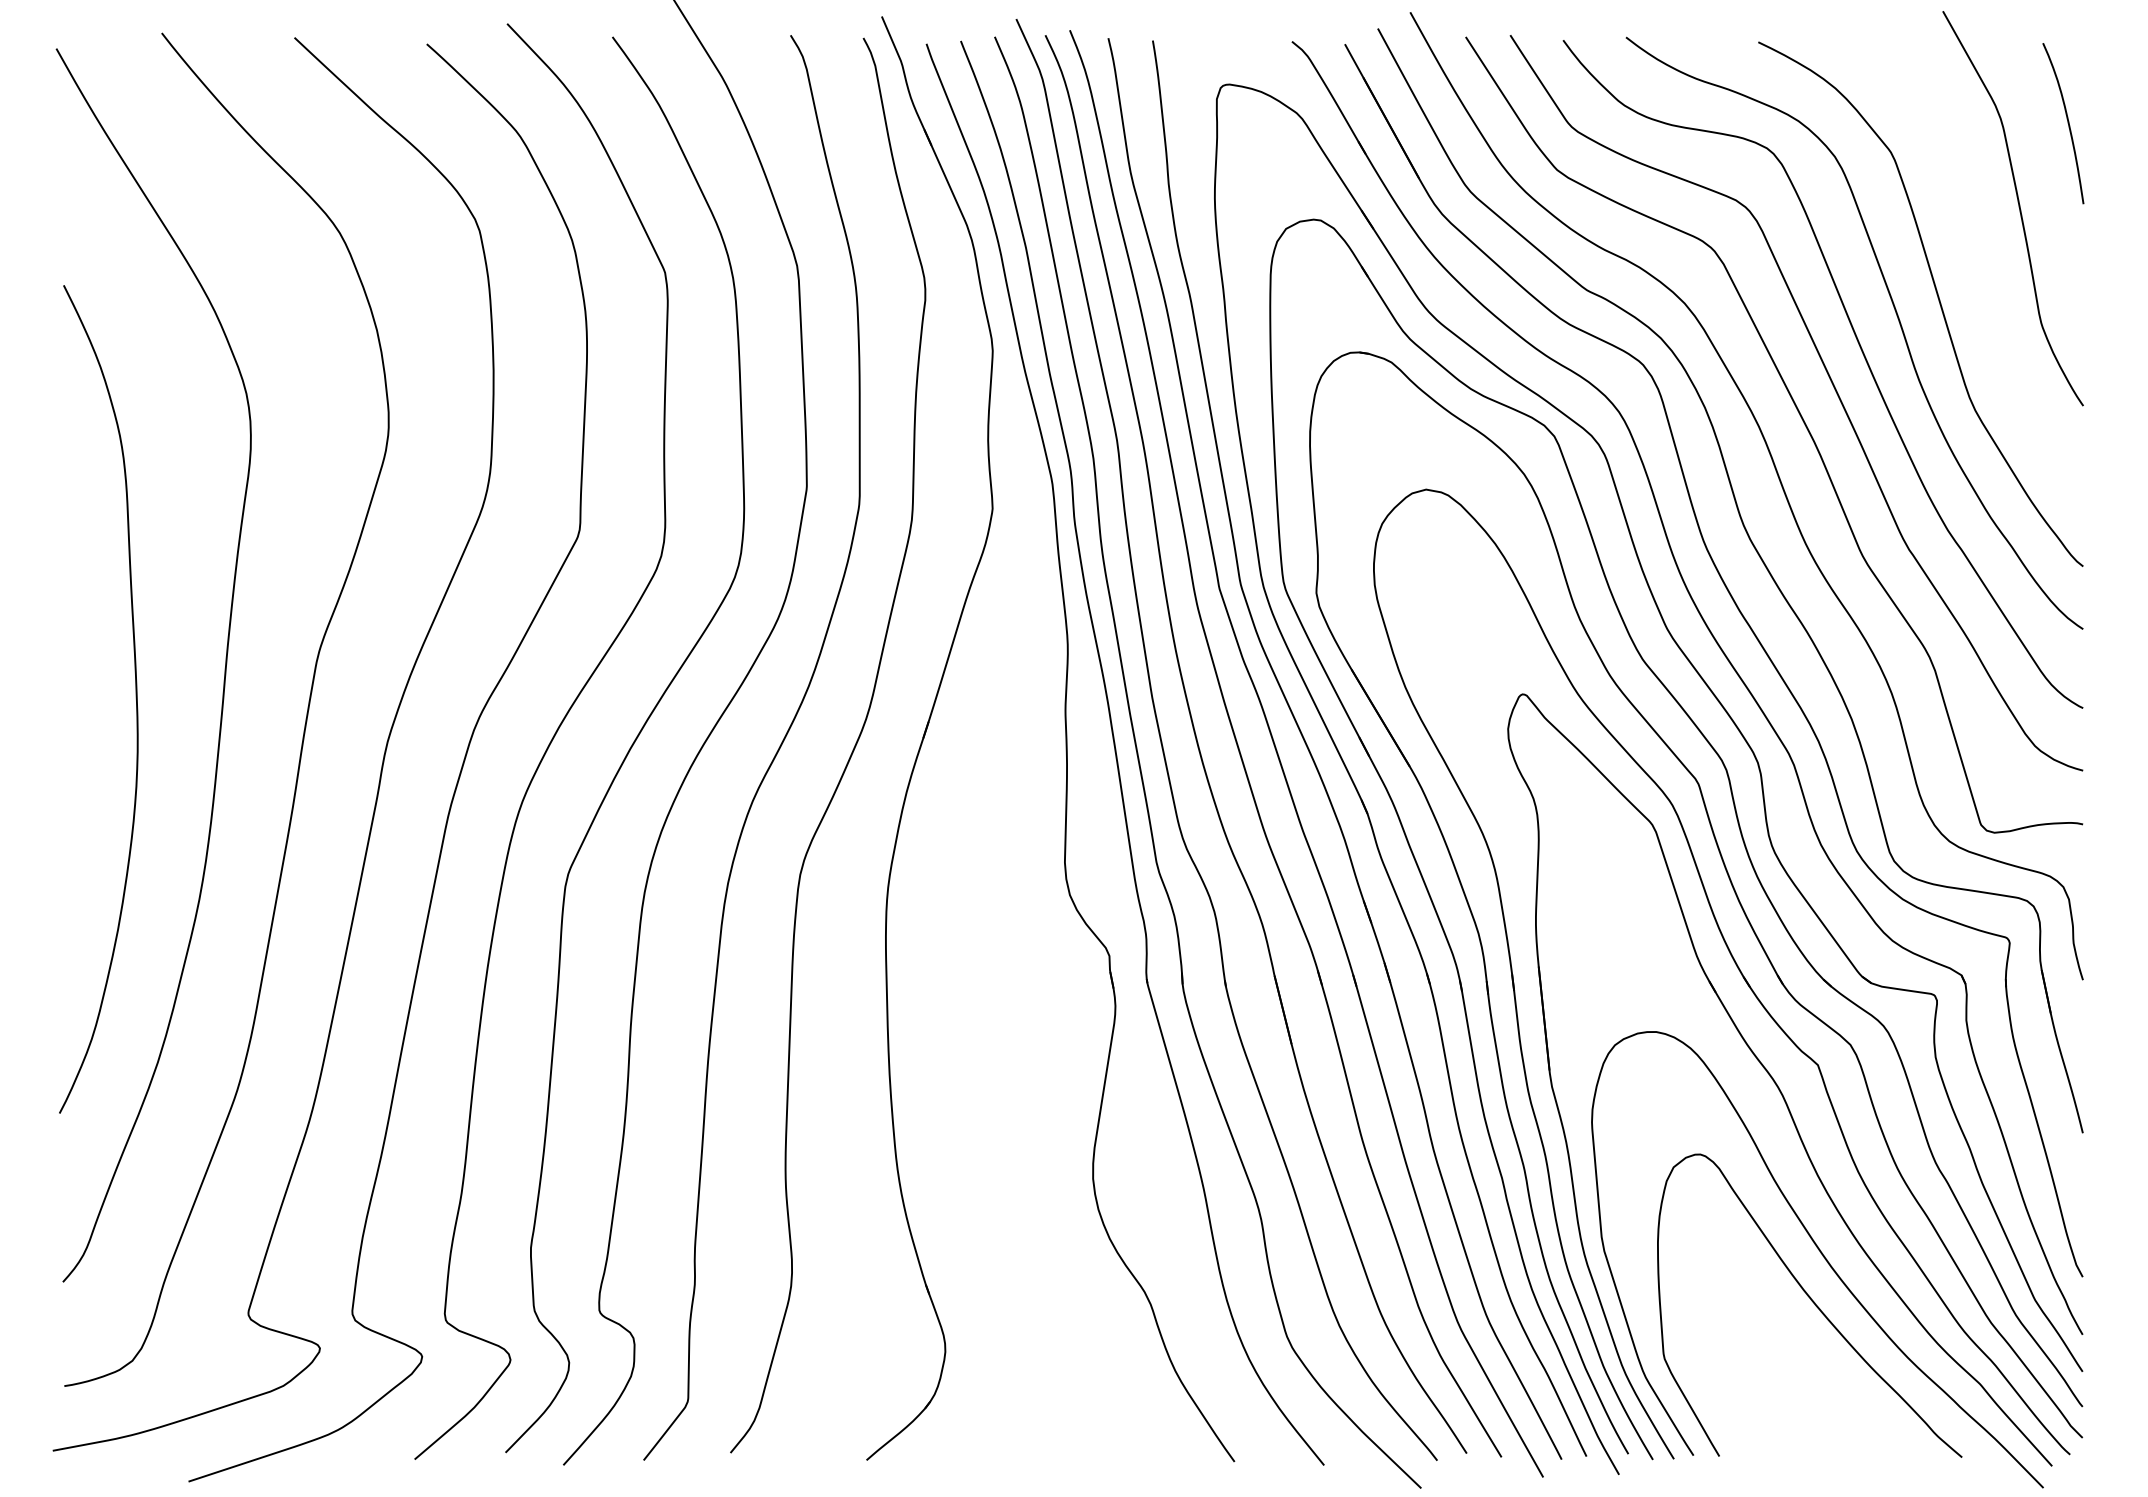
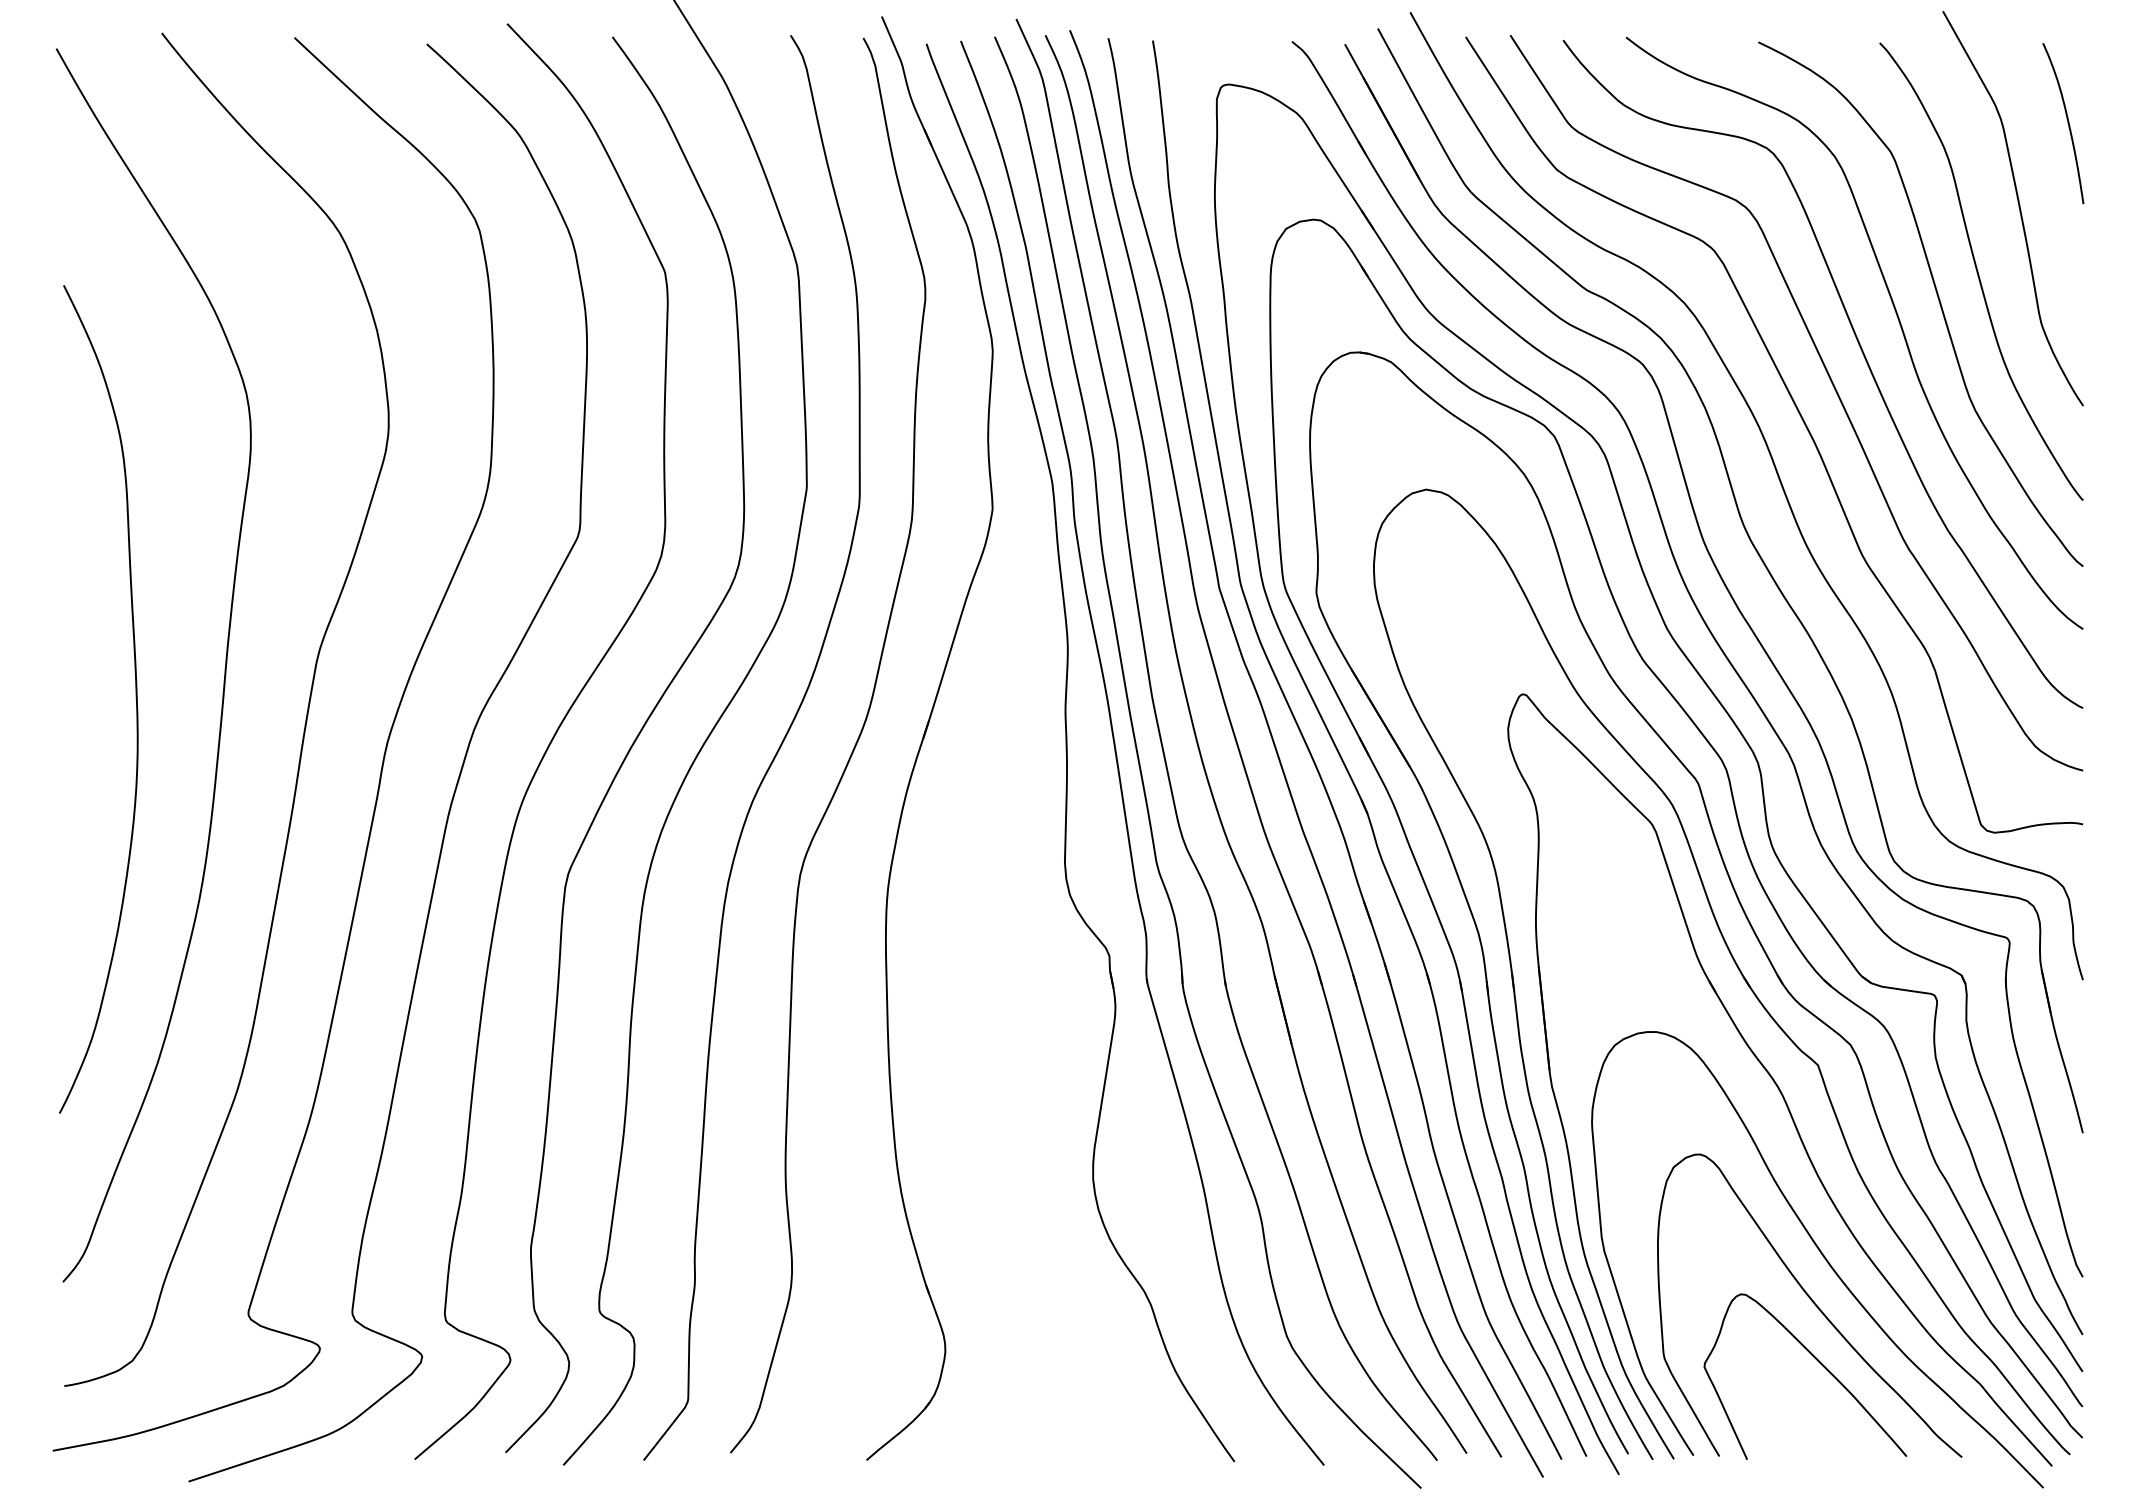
curve at (1978, 271): none -> present
curve at (1818, 1362): none -> present
